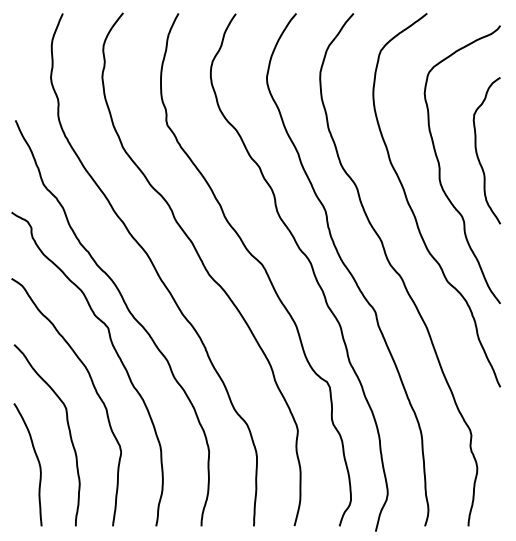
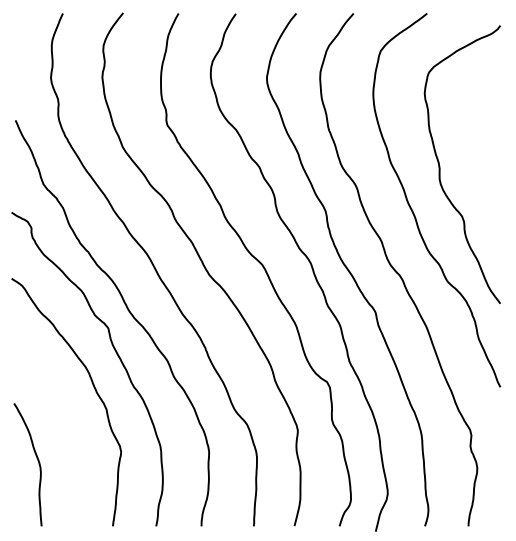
curve at (477, 151): present -> none
curve at (68, 430): present -> none
